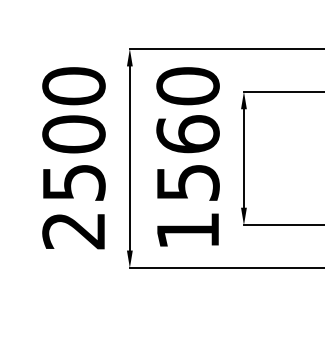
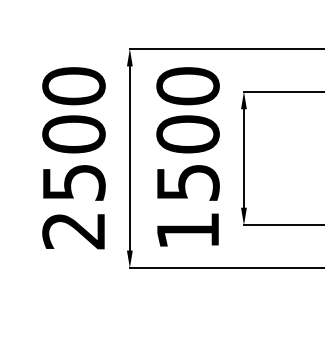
text at (187, 134): 1560 -> 1500
